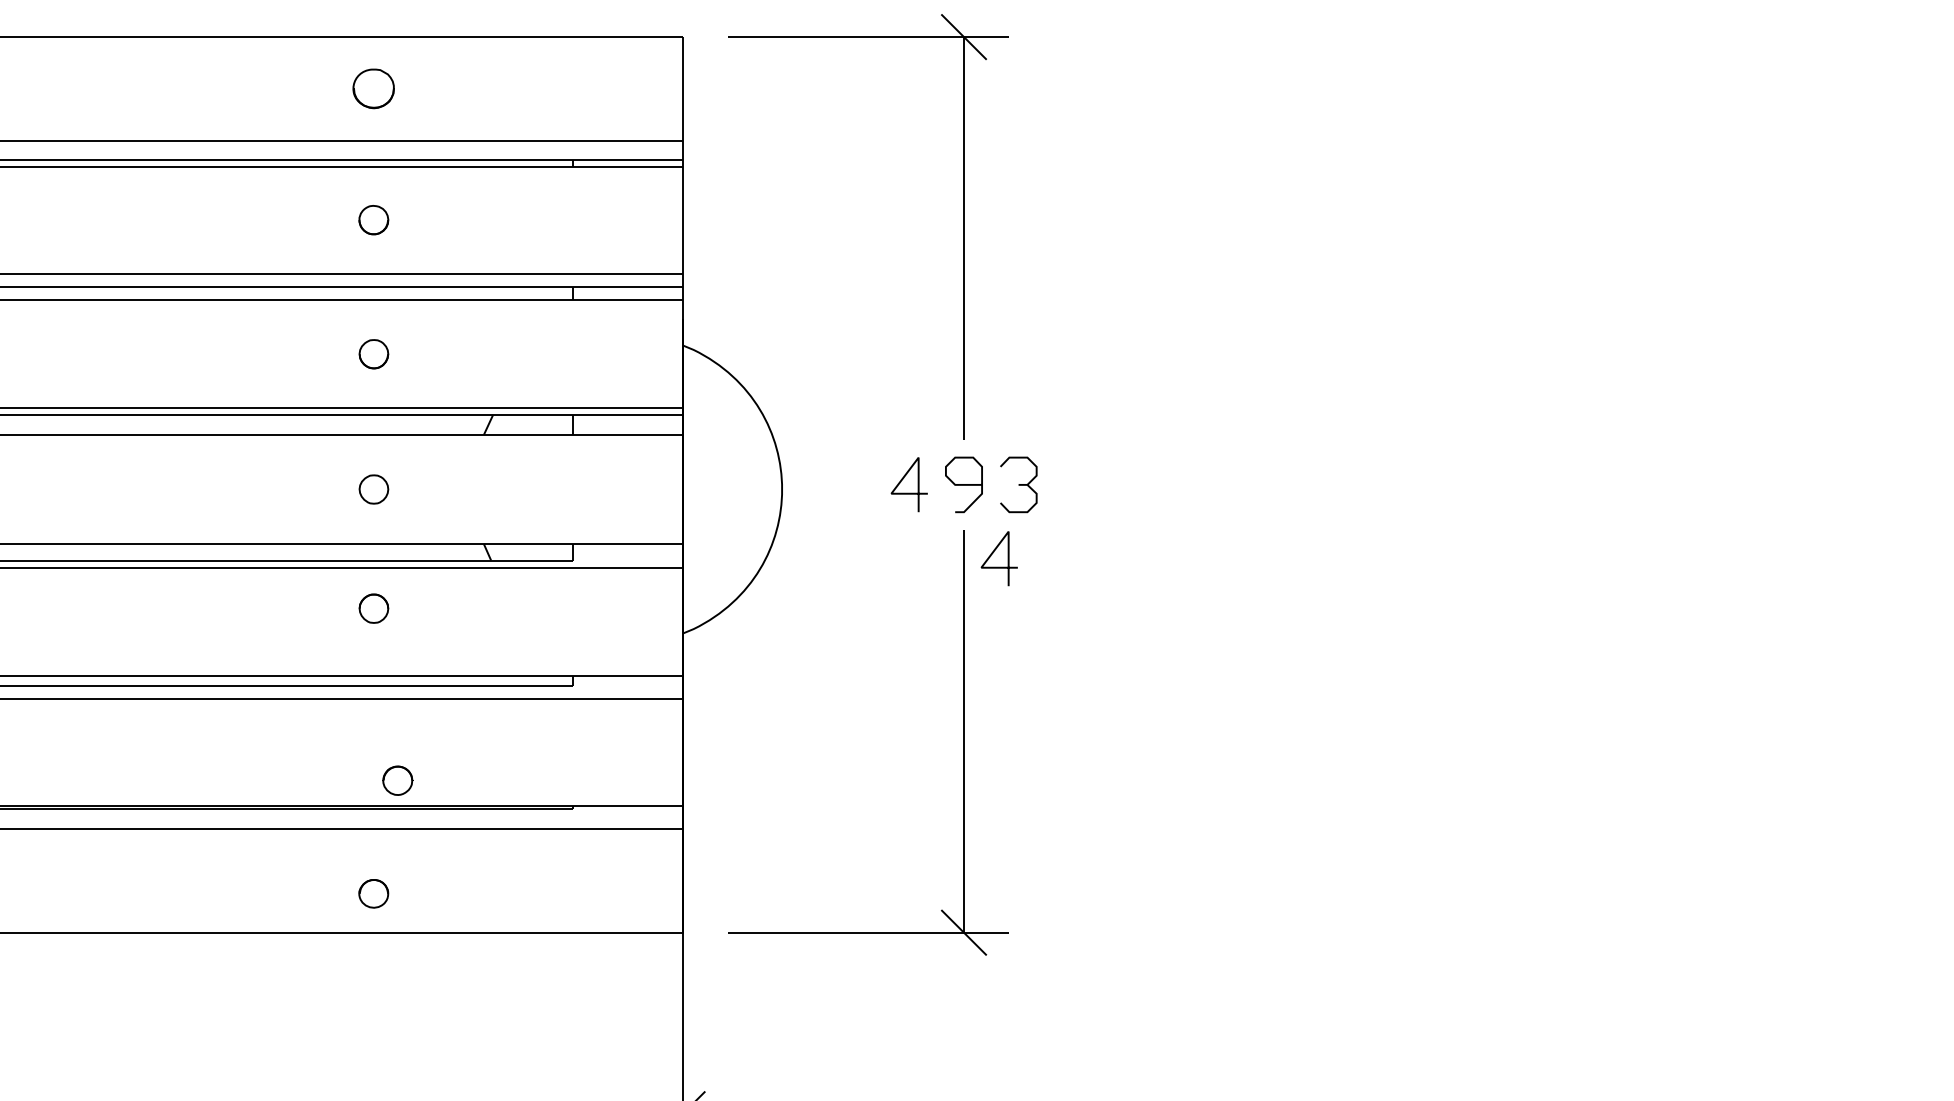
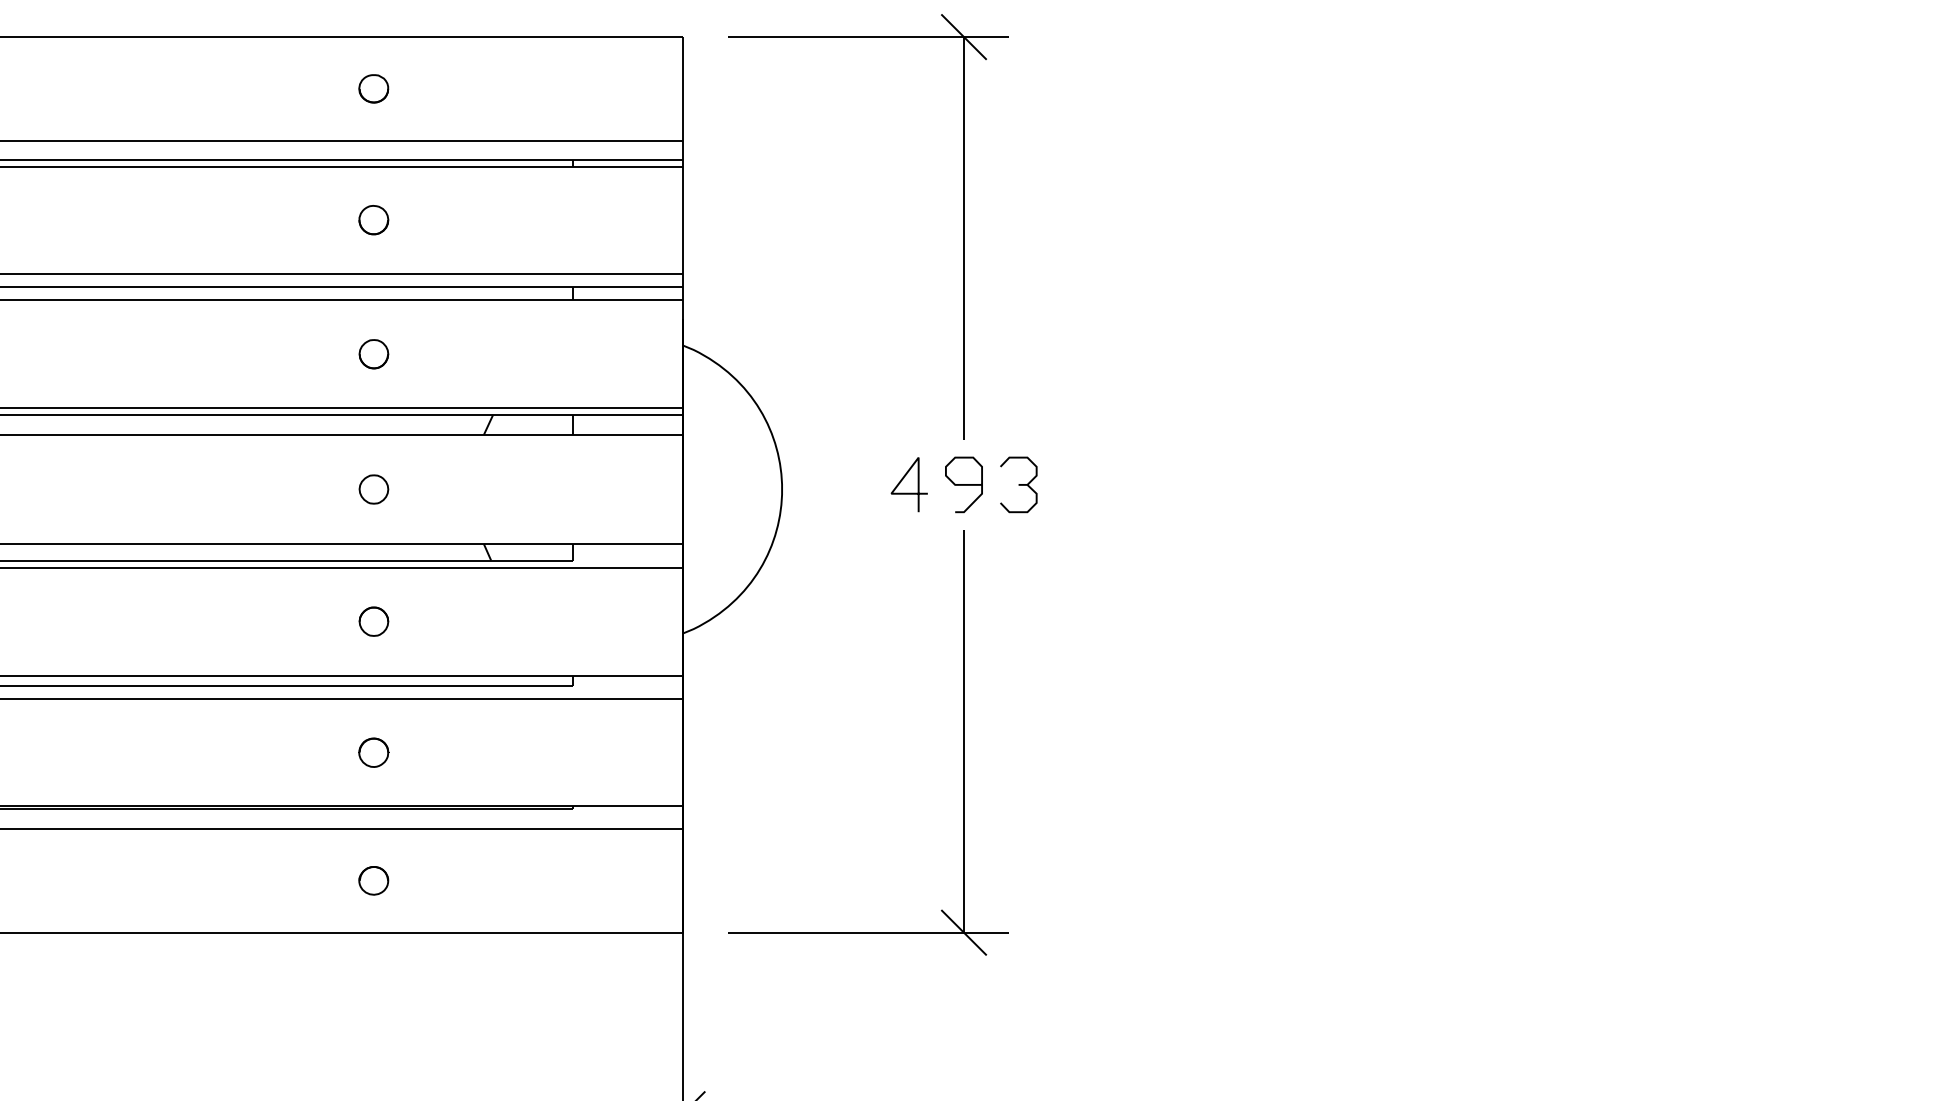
part at (373, 88) size: 43x42 px -> 32x30 px
curve at (993, 553): present -> none
part at (373, 608) position: (373, 608) -> (373, 621)
part at (397, 780) position: (397, 780) -> (373, 752)
part at (373, 893) position: (373, 893) -> (373, 880)
